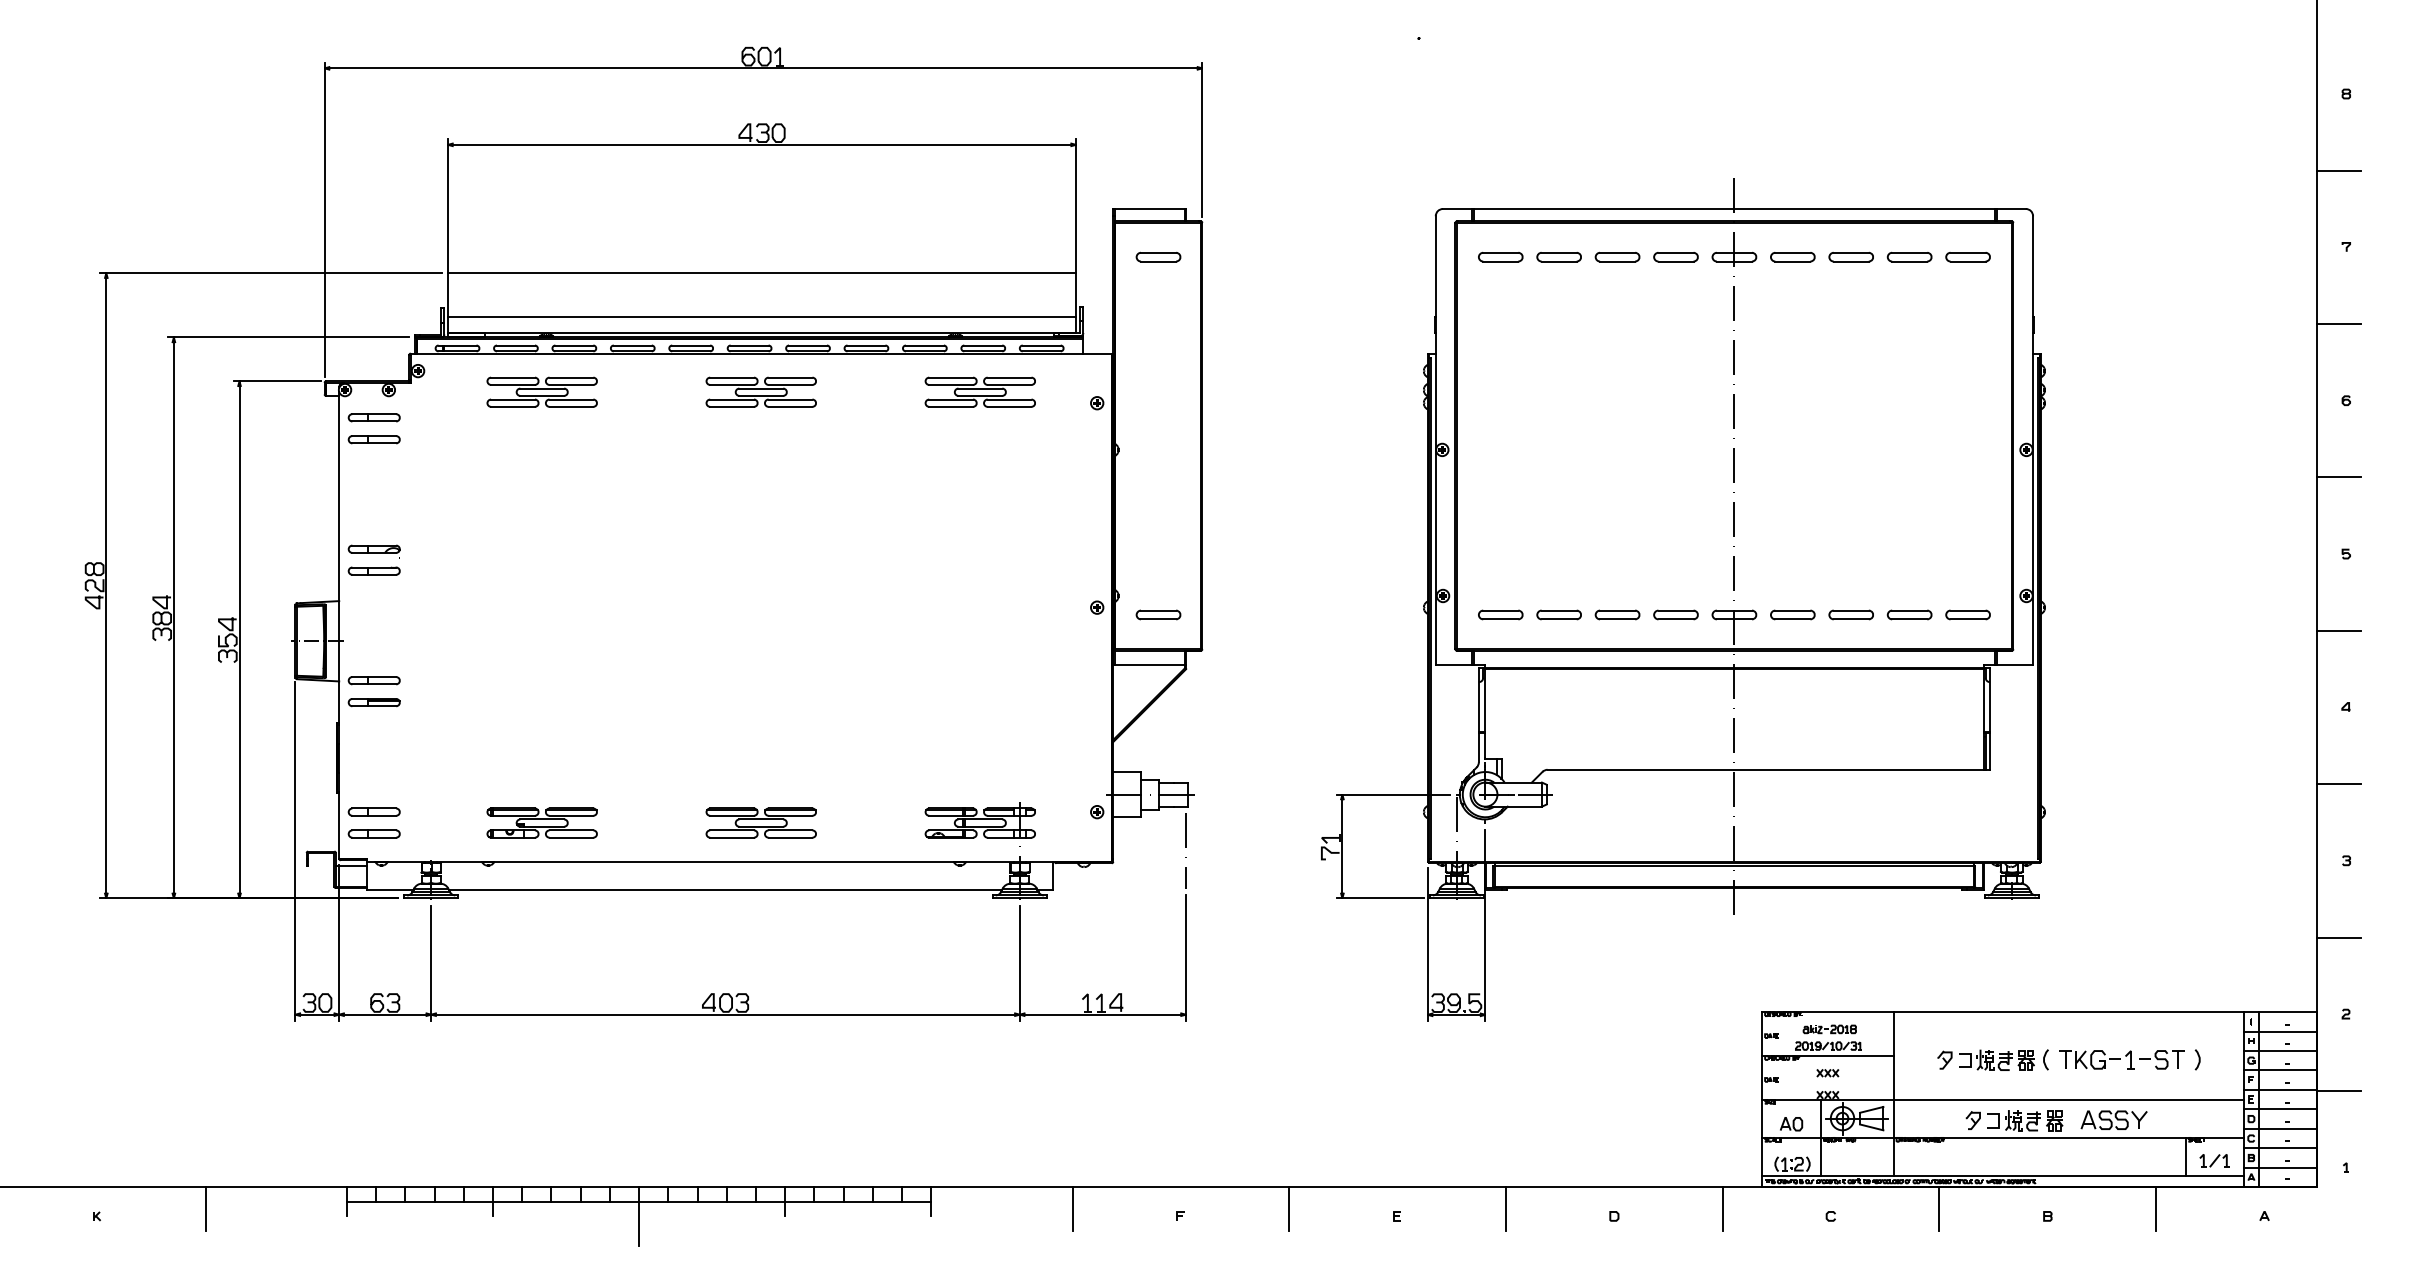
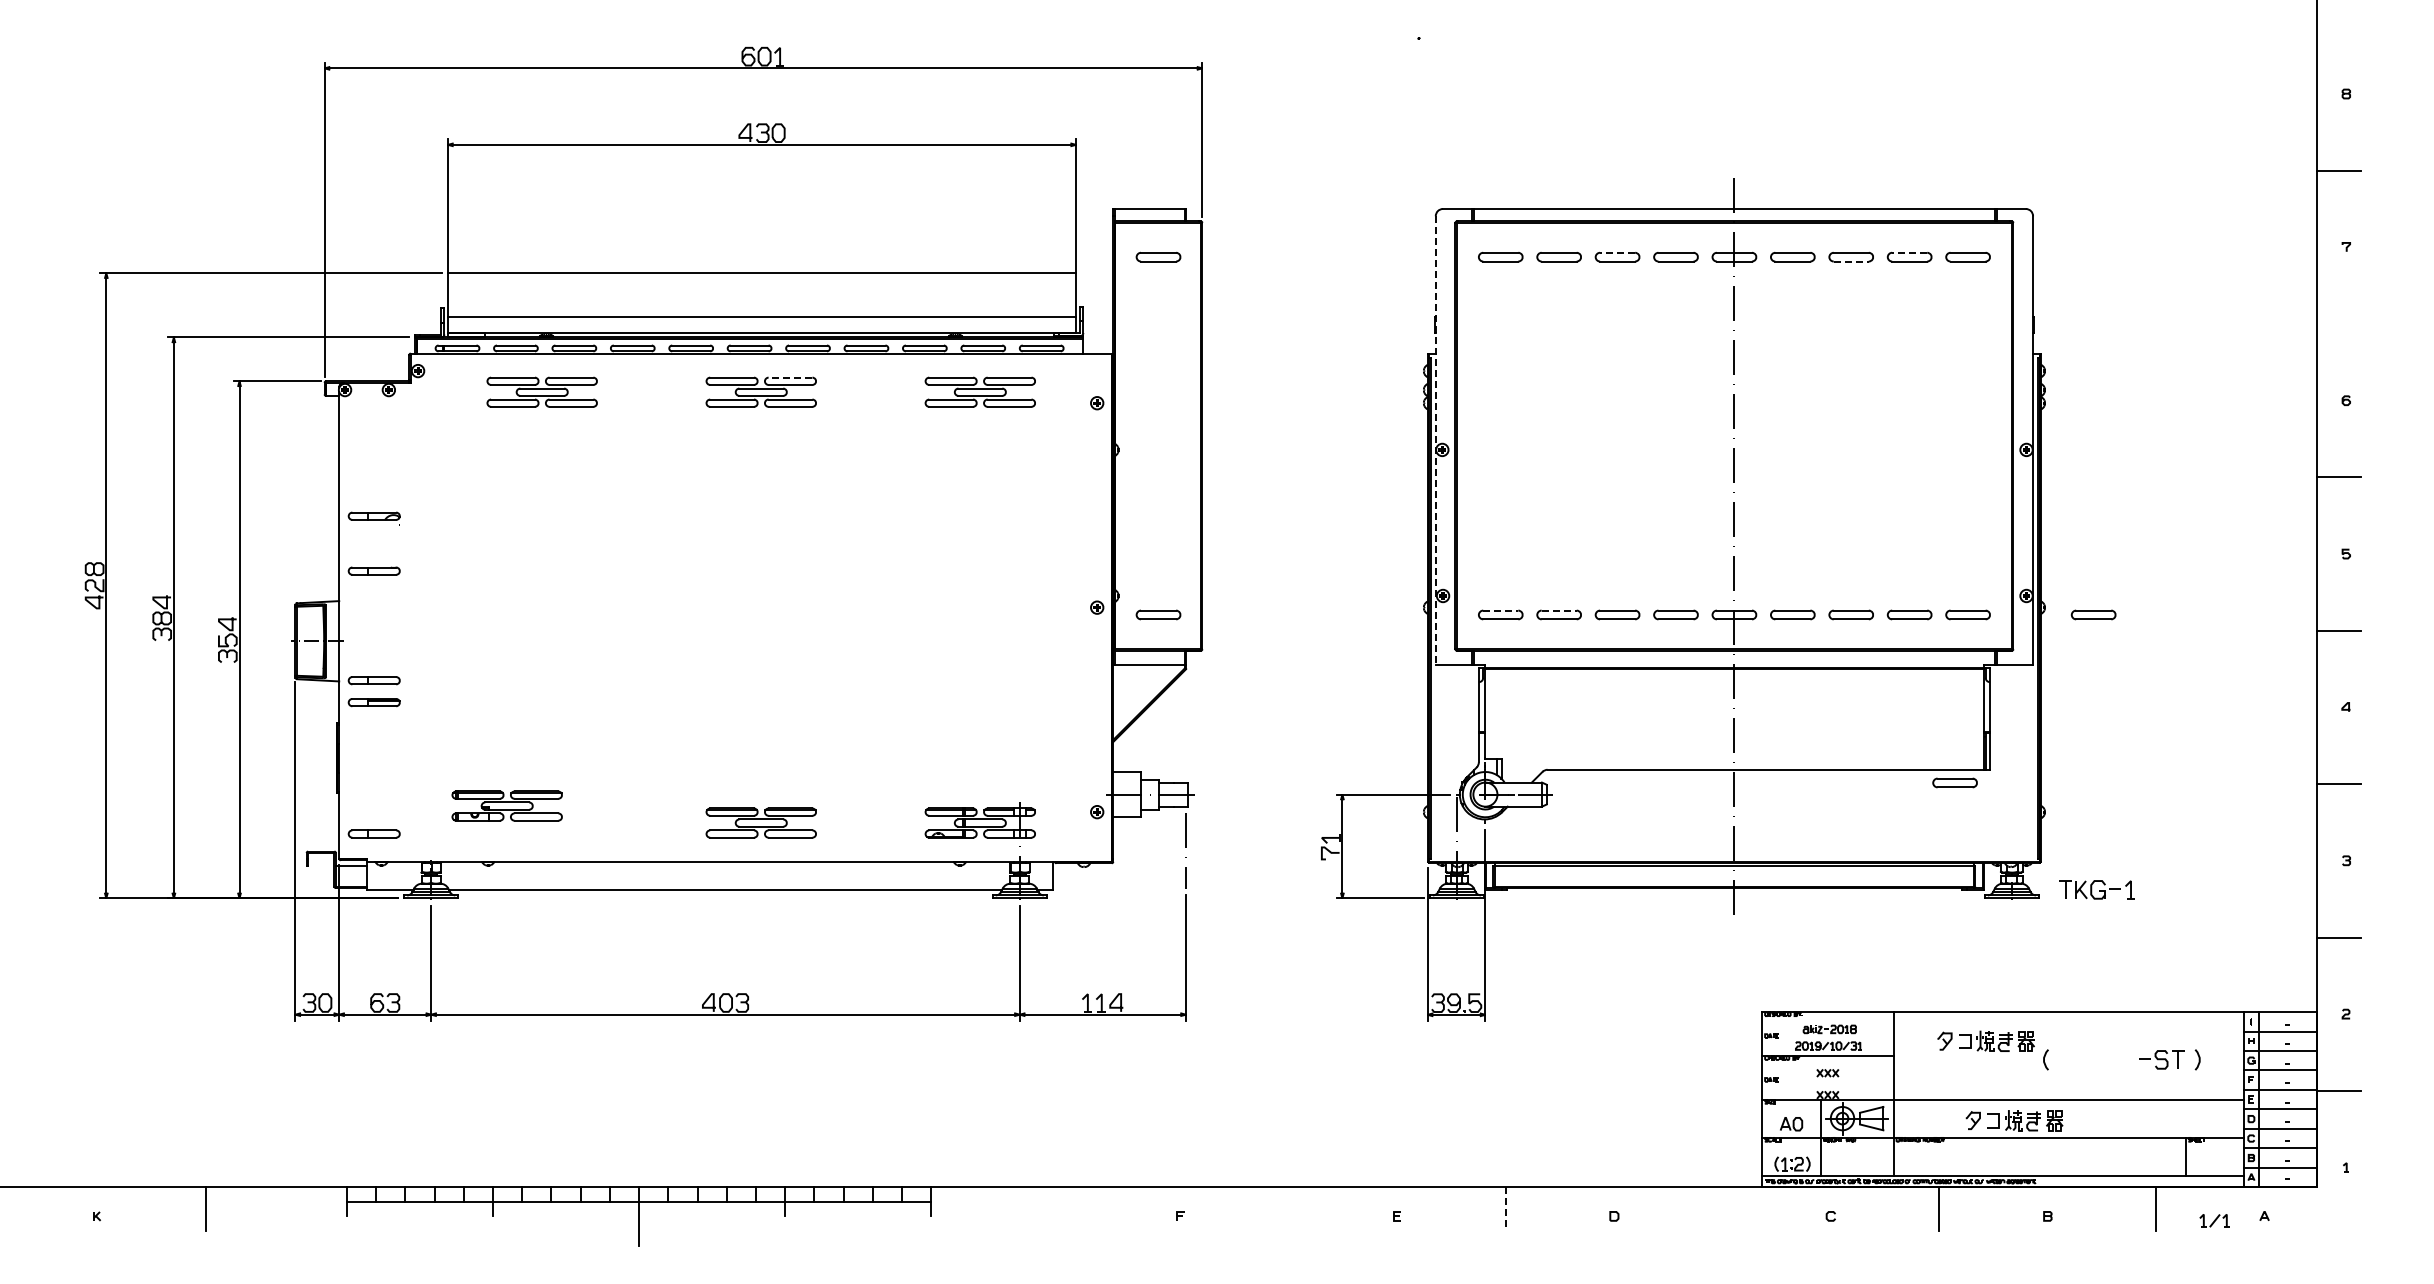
line at (1617, 252): solid -> dashed
line at (1909, 252): solid -> dashed
line at (1851, 261): solid -> dashed
line at (2338, 324): present -> none
line at (790, 377): solid -> dashed
part at (373, 417): present -> none
part at (373, 439): present -> none
line at (1435, 440): solid -> dashed
part at (373, 551) position: (373, 551) -> (373, 518)
line at (1500, 610): solid -> dashed
line at (1559, 610): solid -> dashed
part at (2093, 614): none -> present
part at (1954, 782): none -> present
part at (373, 811): present -> none
part at (541, 822) position: (541, 822) -> (506, 805)
part at (1985, 1059) position: (1985, 1059) -> (1985, 1040)
part at (2096, 1059) position: (2096, 1059) -> (2096, 889)
part at (2113, 1119): present -> none
part at (2214, 1160) position: (2214, 1160) -> (2214, 1220)
line at (1072, 1209): present -> none
line at (1289, 1209): present -> none
line at (1506, 1209): solid -> dashed
line at (1722, 1209): present -> none
